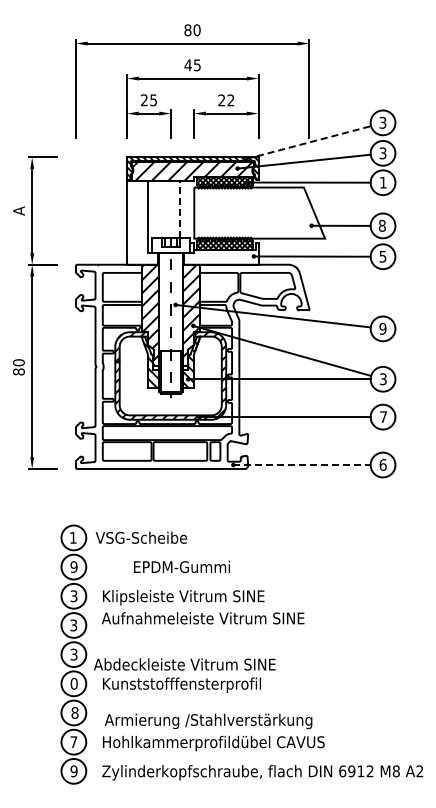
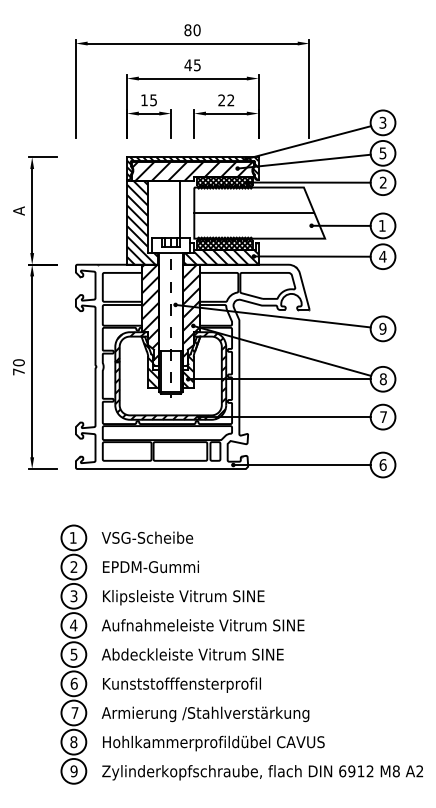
text at (144, 100): 25 -> 15
line at (308, 142): dashed -> solid
text at (383, 152): 3 -> 5
text at (382, 182): 1 -> 2
line at (179, 209): dashed -> solid
line at (254, 213): none -> present
hatch at (142, 222): none -> present
text at (381, 225): 8 -> 1
hatch at (221, 253): none -> present
text at (382, 256): 5 -> 4
text at (18, 371): 80 -> 70
text at (382, 379): 3 -> 8
line at (302, 465): dashed -> solid
text at (141, 537) position: (141, 537) -> (147, 537)
text at (181, 566) position: (181, 566) -> (150, 566)
text at (73, 567): 9 -> 2
text at (203, 618) position: (203, 618) -> (203, 625)
text at (73, 625): 3 -> 4
text at (74, 653): 3 -> 5
text at (184, 664) position: (184, 664) -> (192, 654)
text at (74, 683): 0 -> 6
text at (74, 712): 8 -> 7
text at (208, 721) position: (208, 721) -> (205, 714)
text at (73, 742): 7 -> 8
